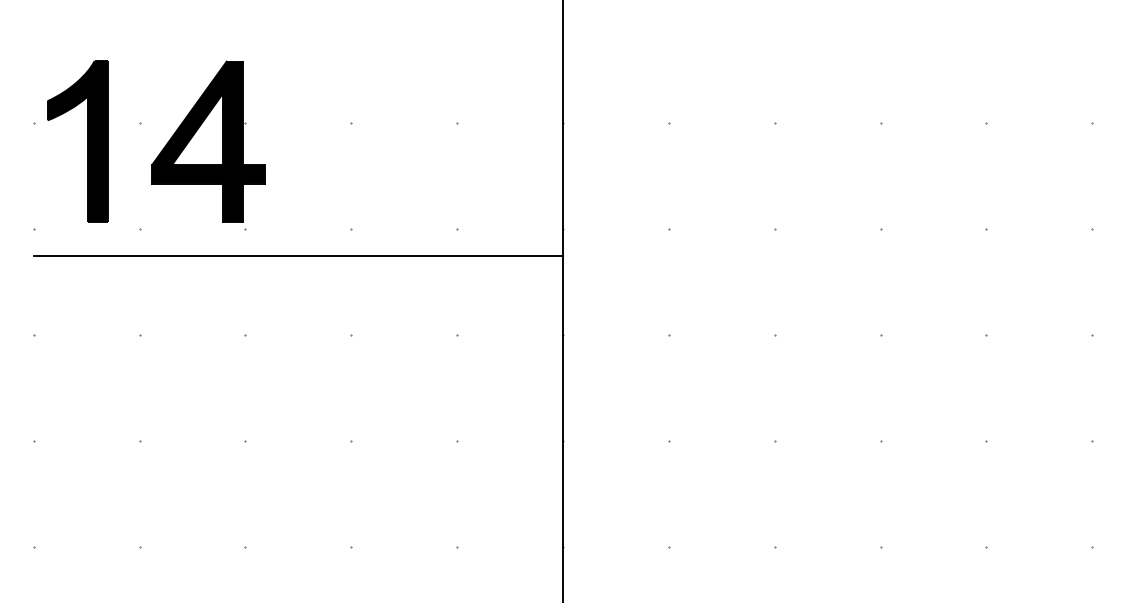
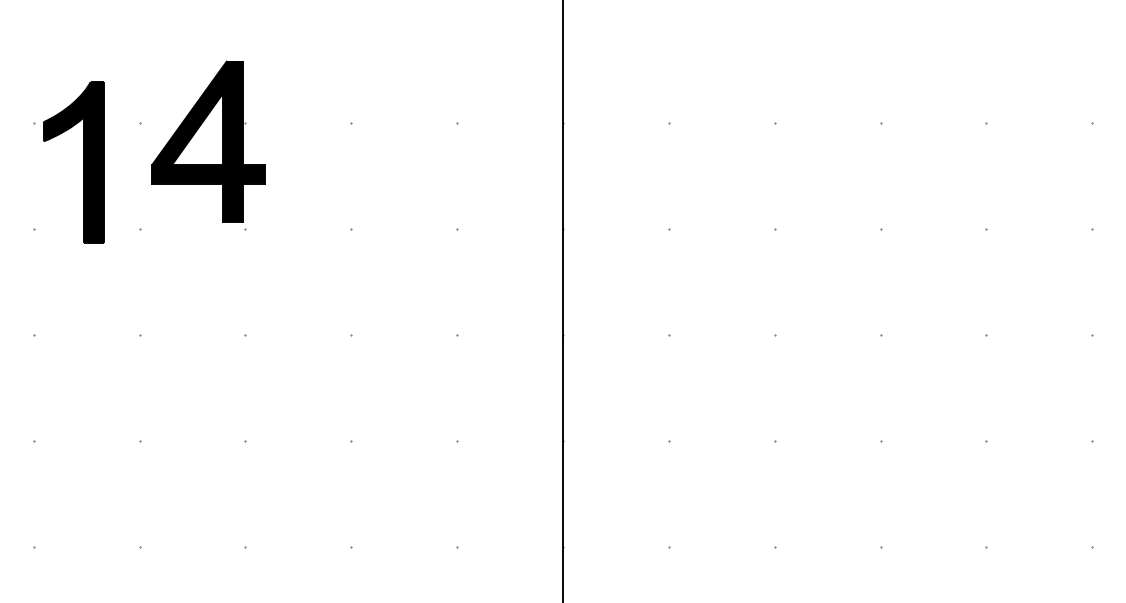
part at (87, 141) position: (87, 141) -> (83, 162)
line at (297, 256): present -> none
